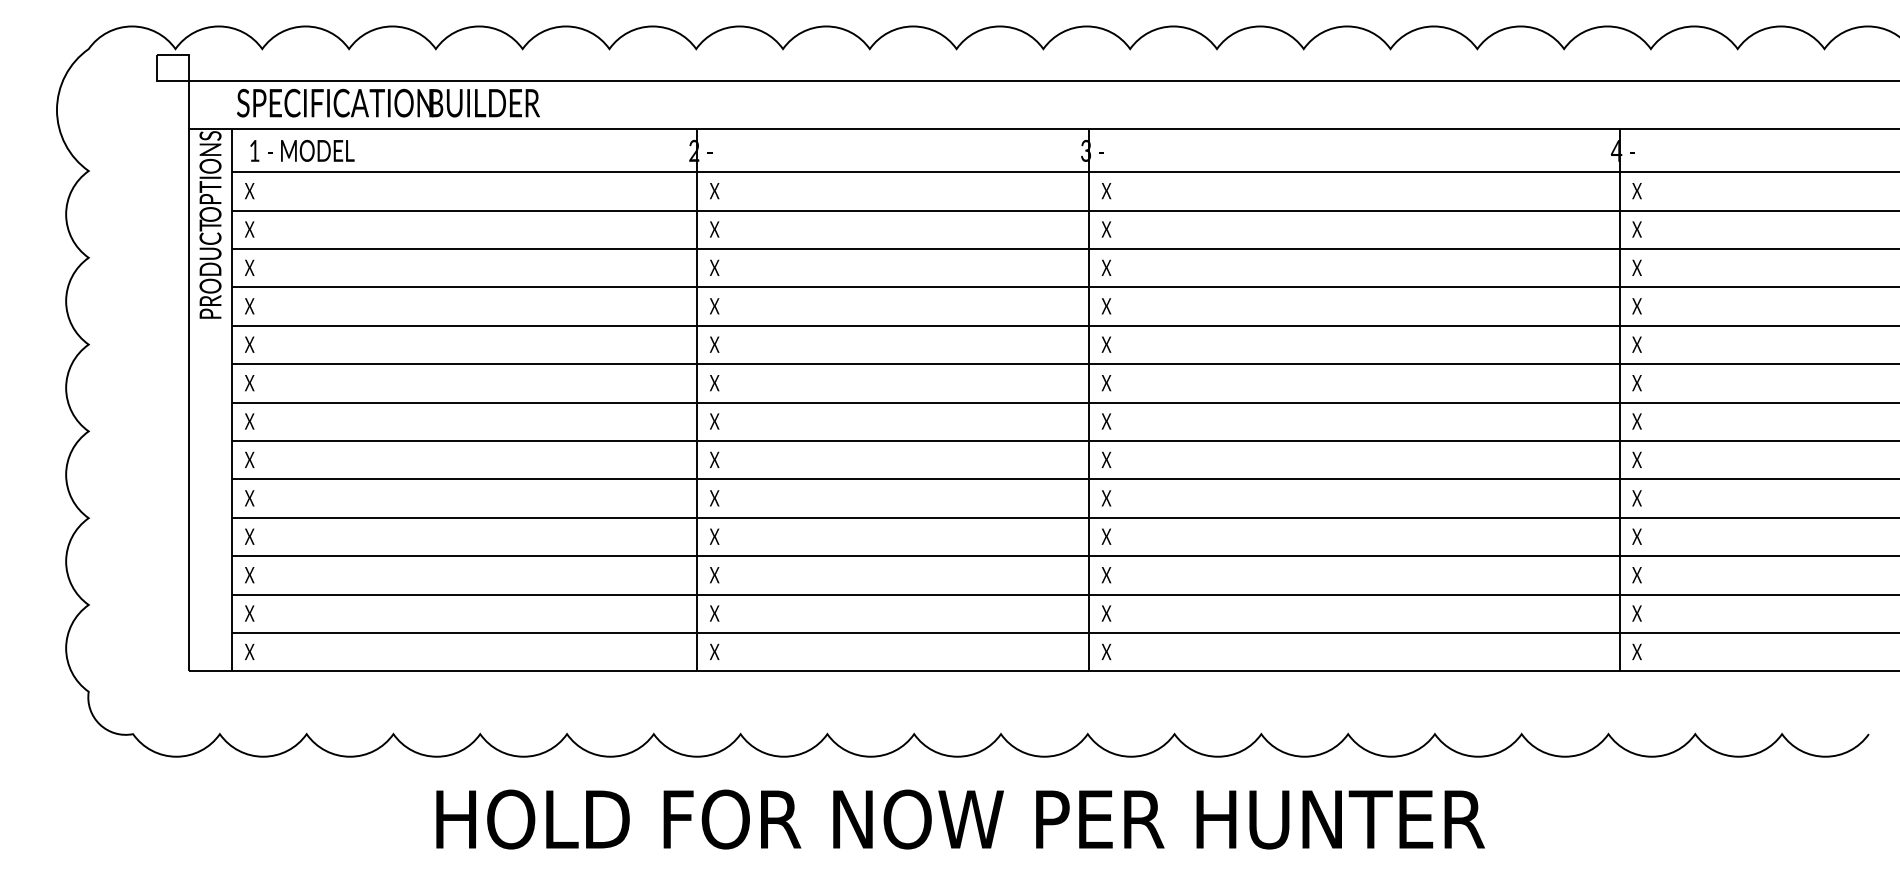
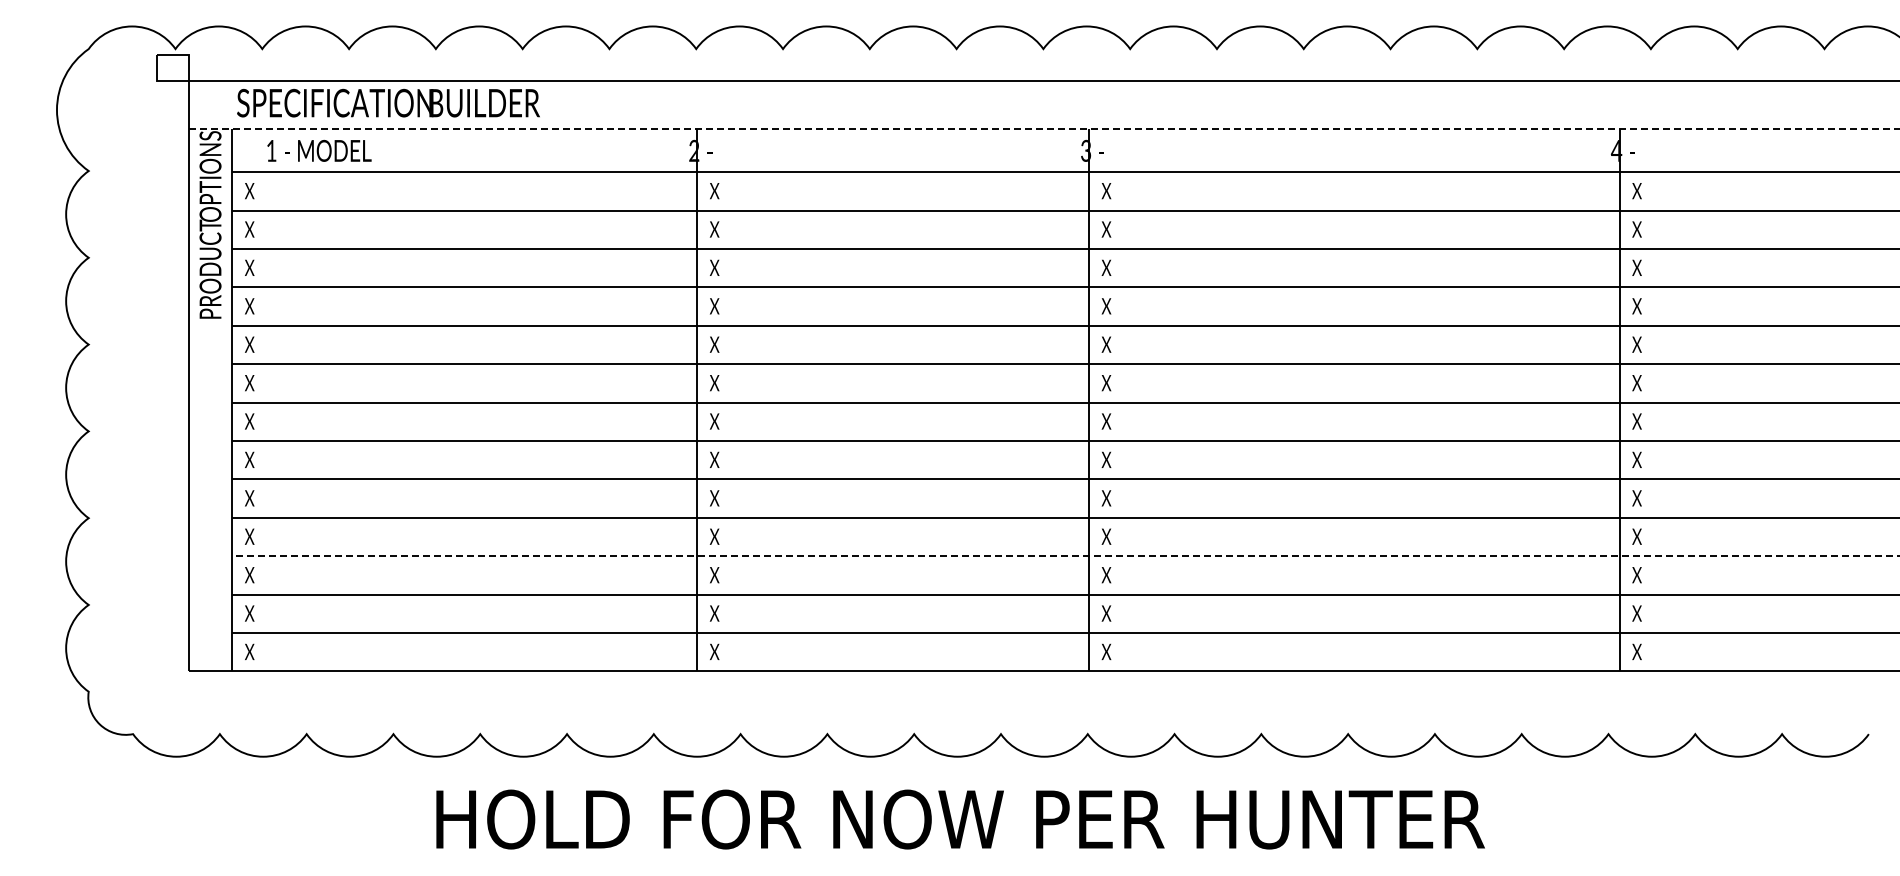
line at (1044, 128): solid -> dashed
text at (302, 150) position: (302, 150) -> (319, 150)
line at (1065, 556): solid -> dashed
